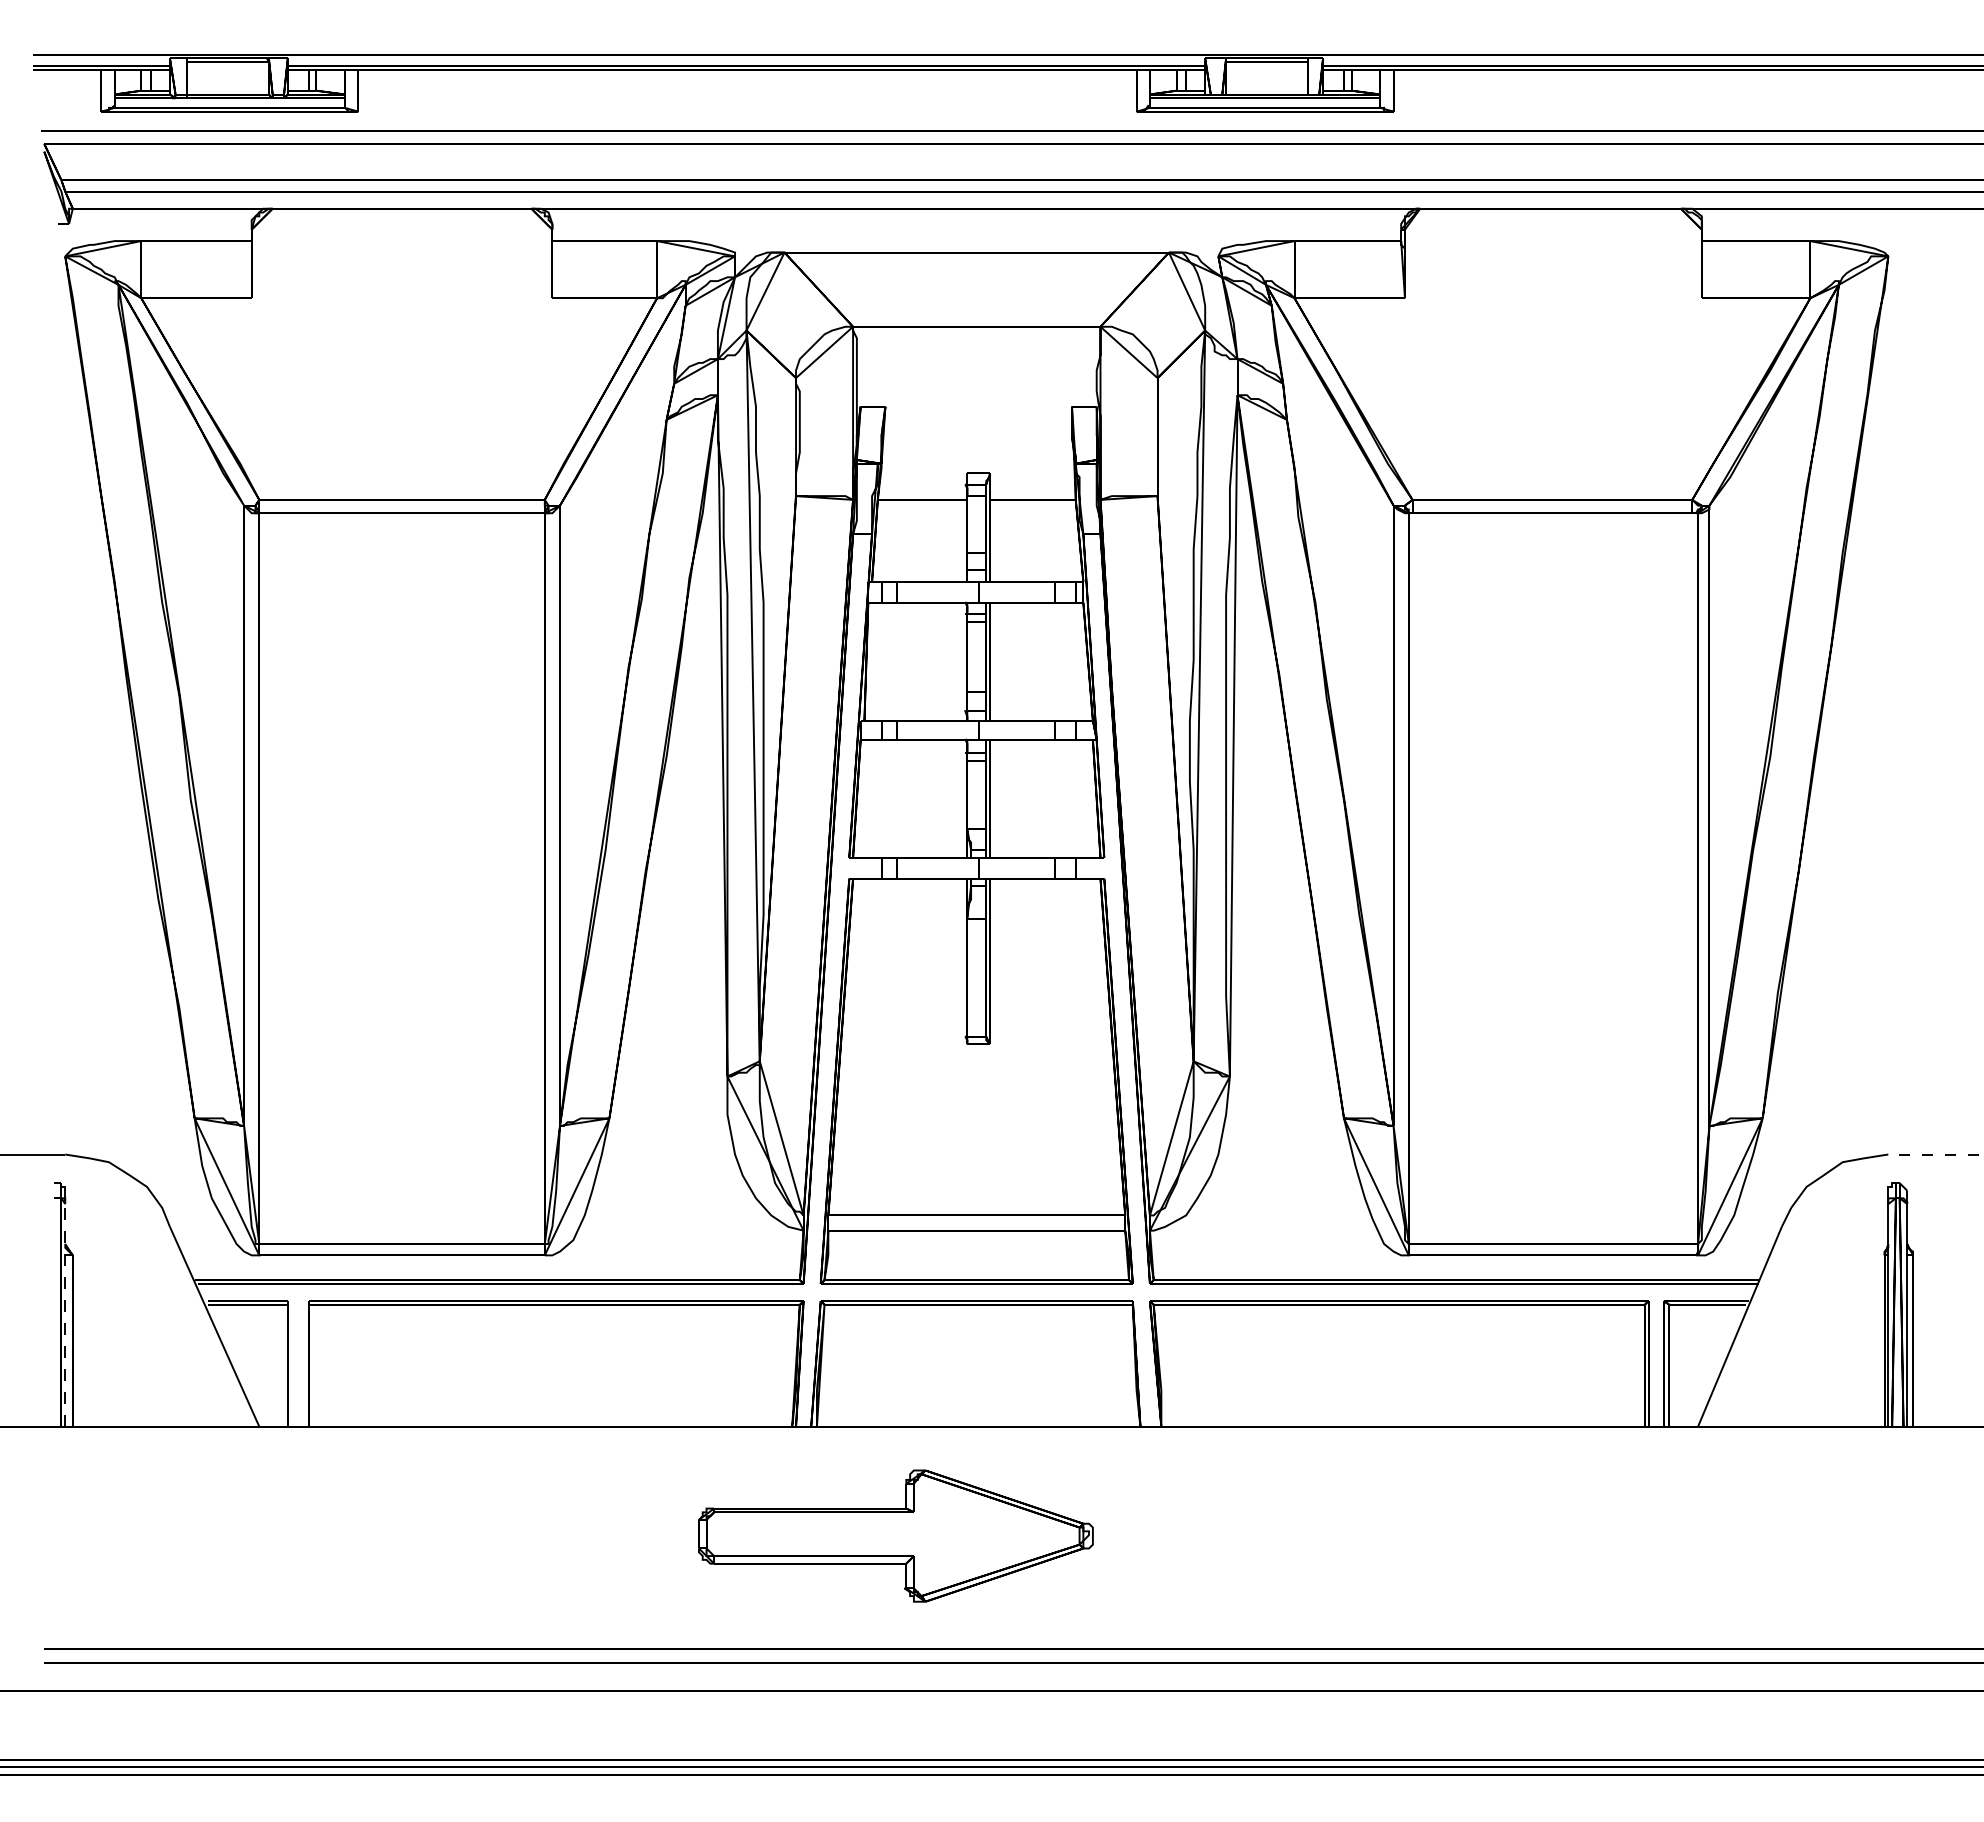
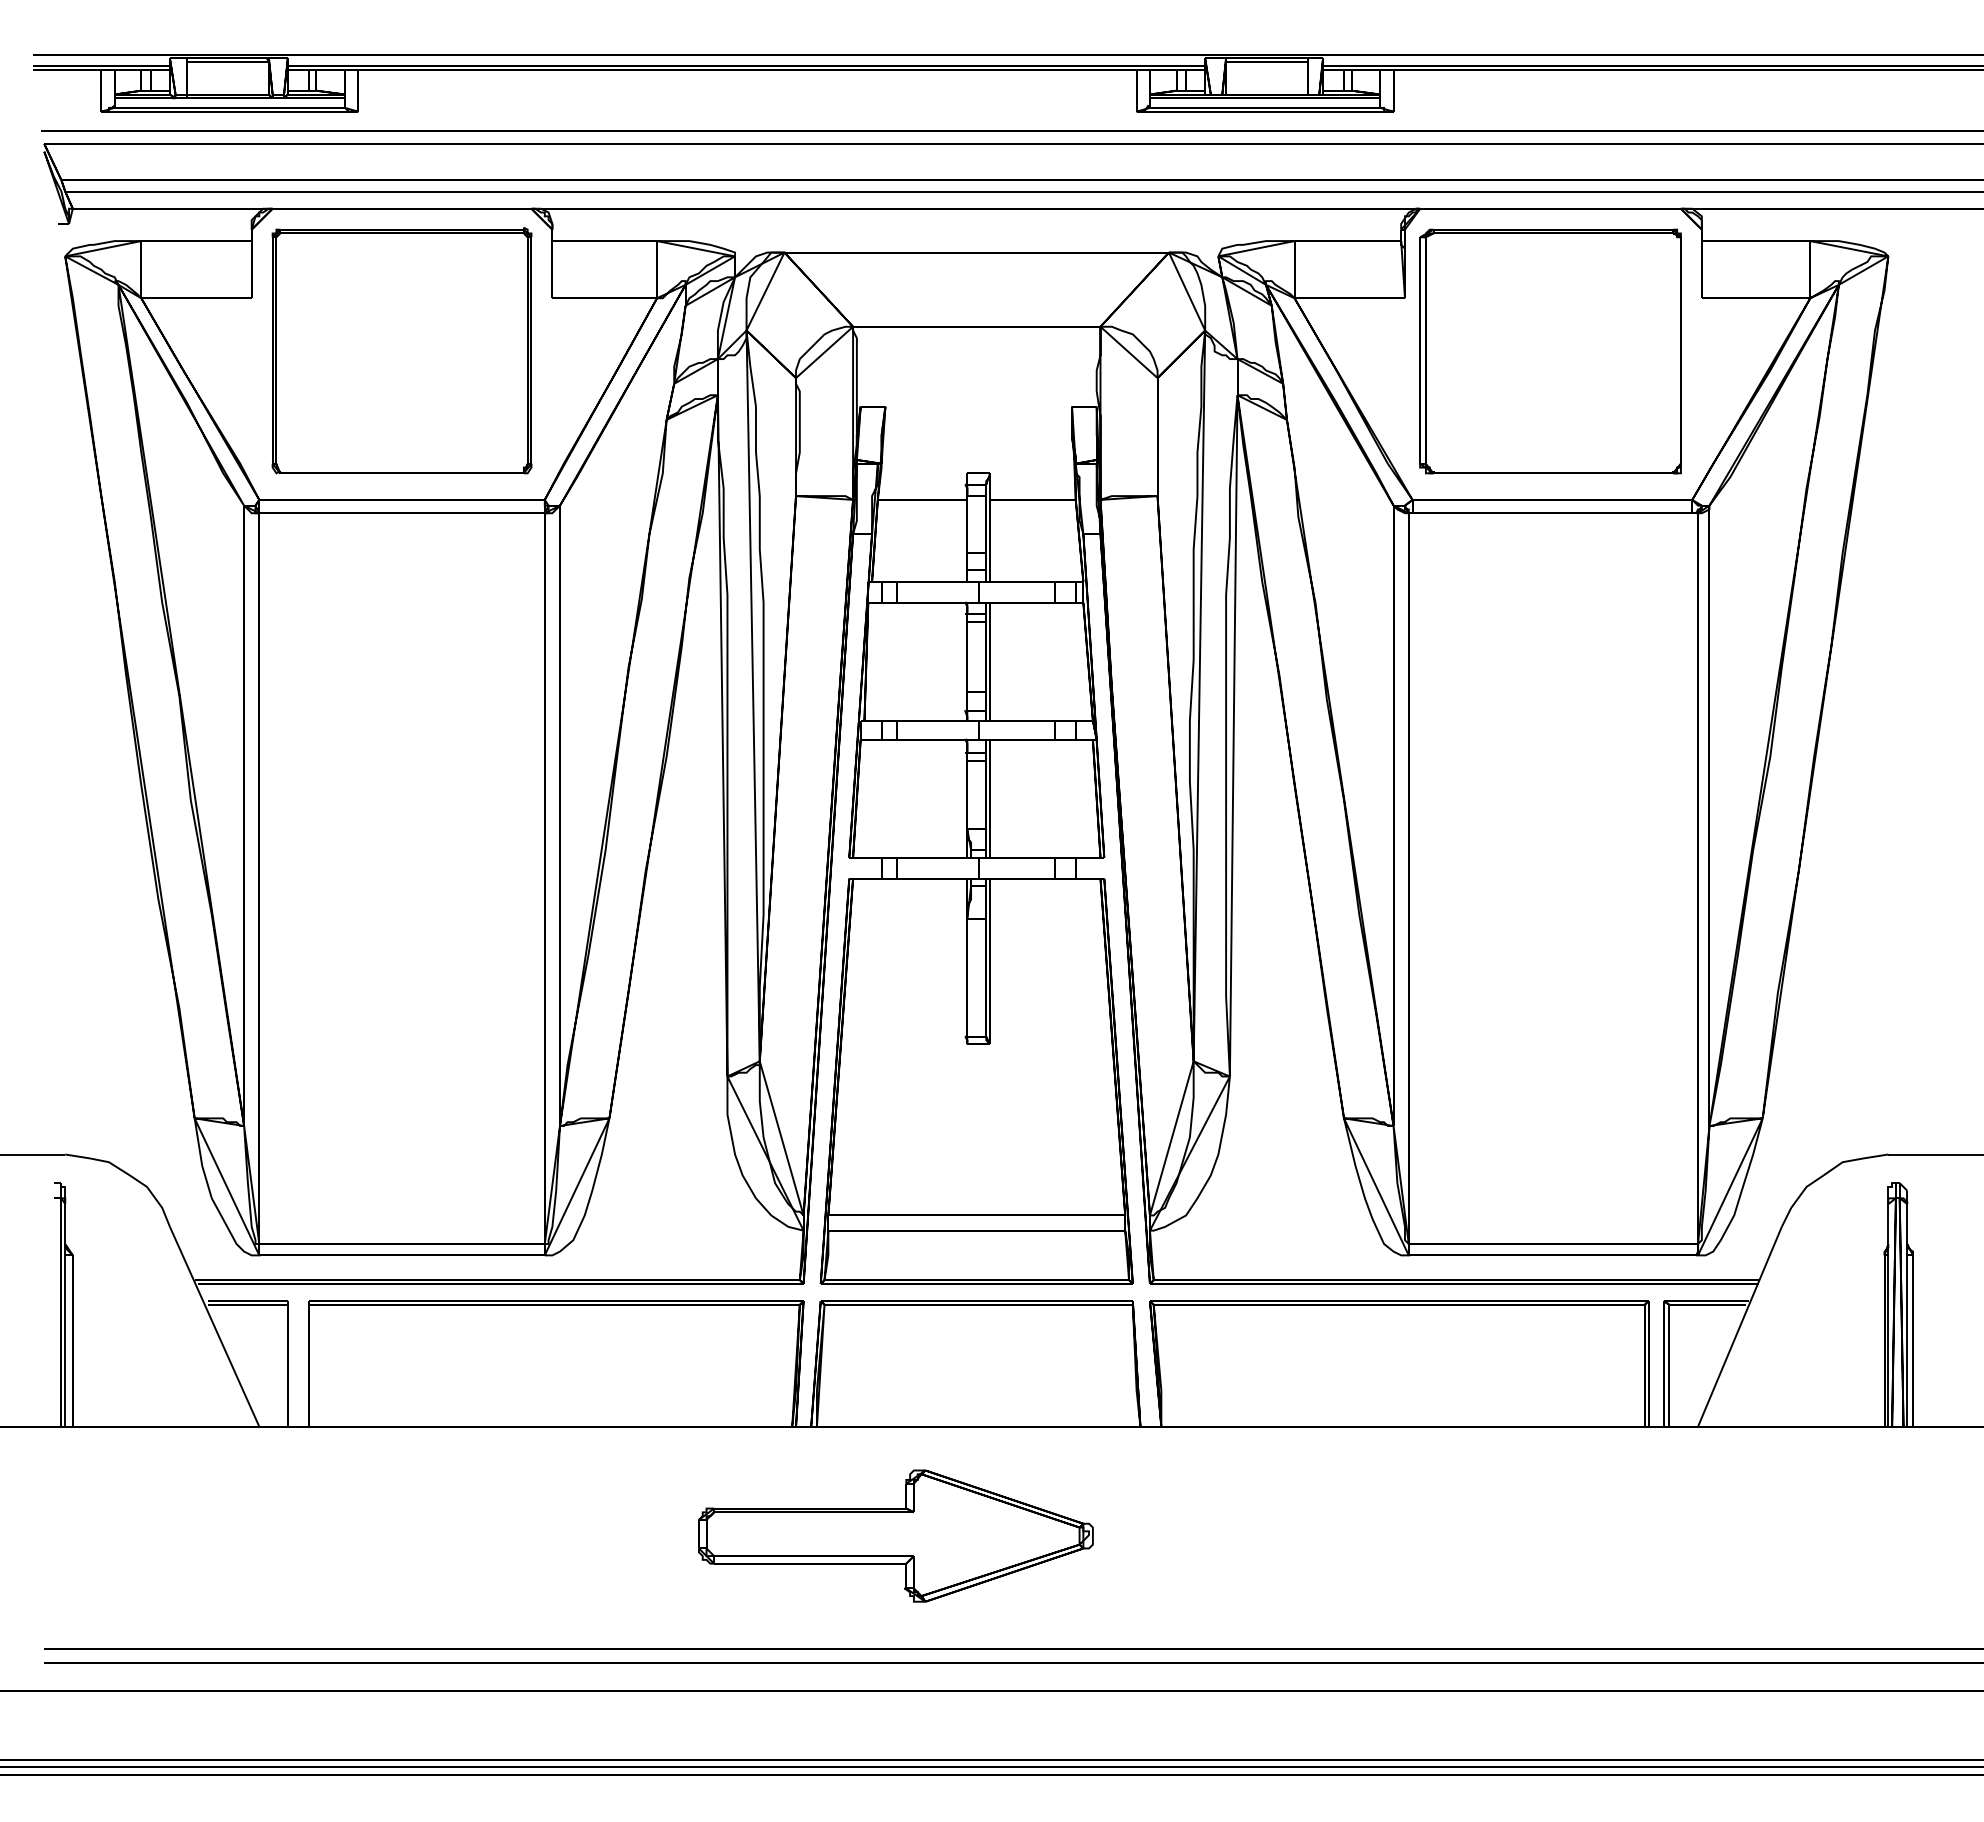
part at (401, 350): none -> present
part at (1550, 351): none -> present
line at (1935, 1154): dashed -> solid
line at (65, 1314): dashed -> solid
